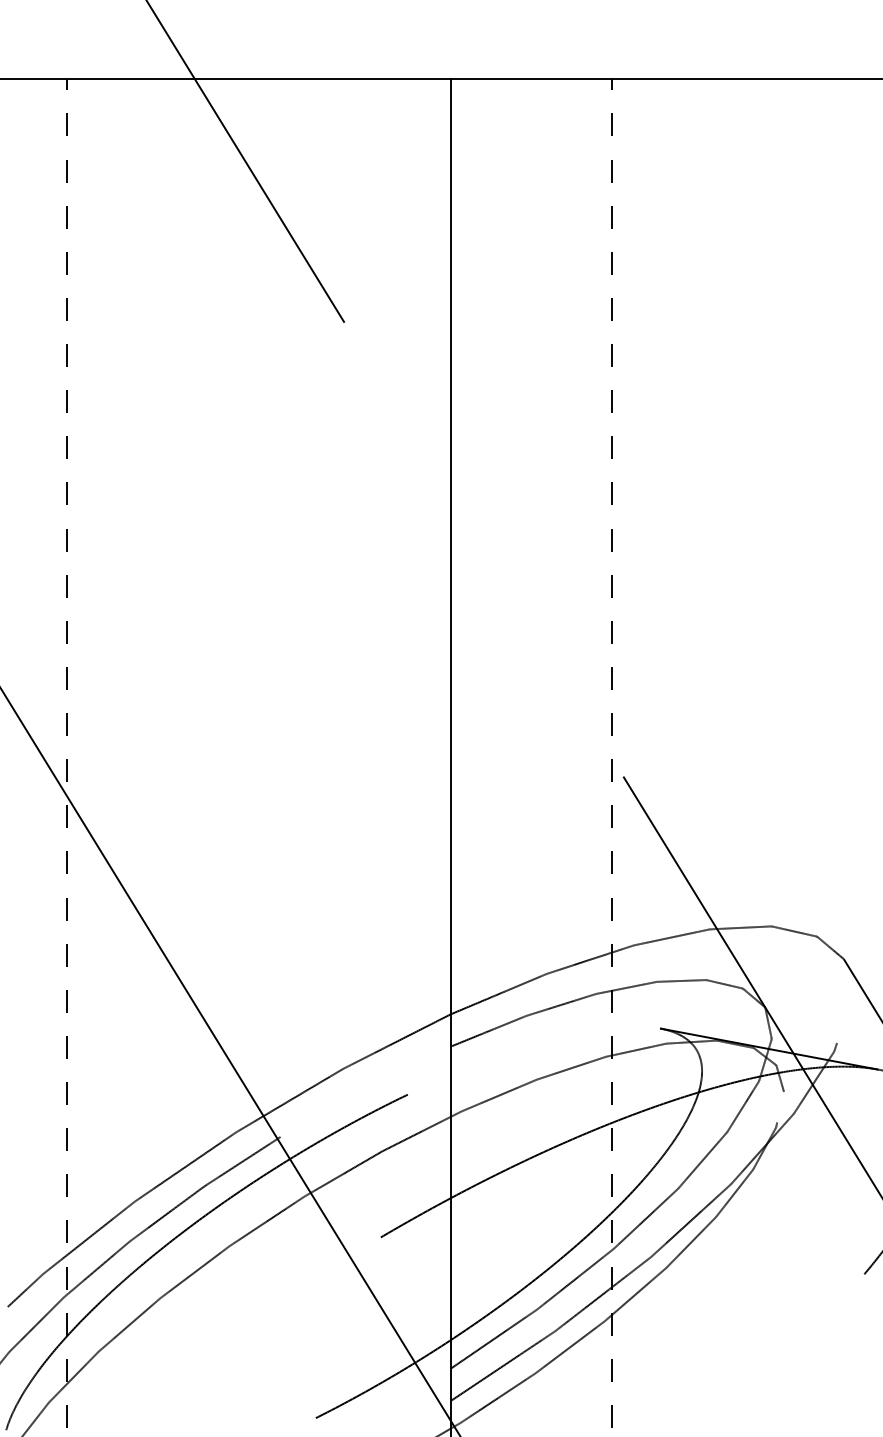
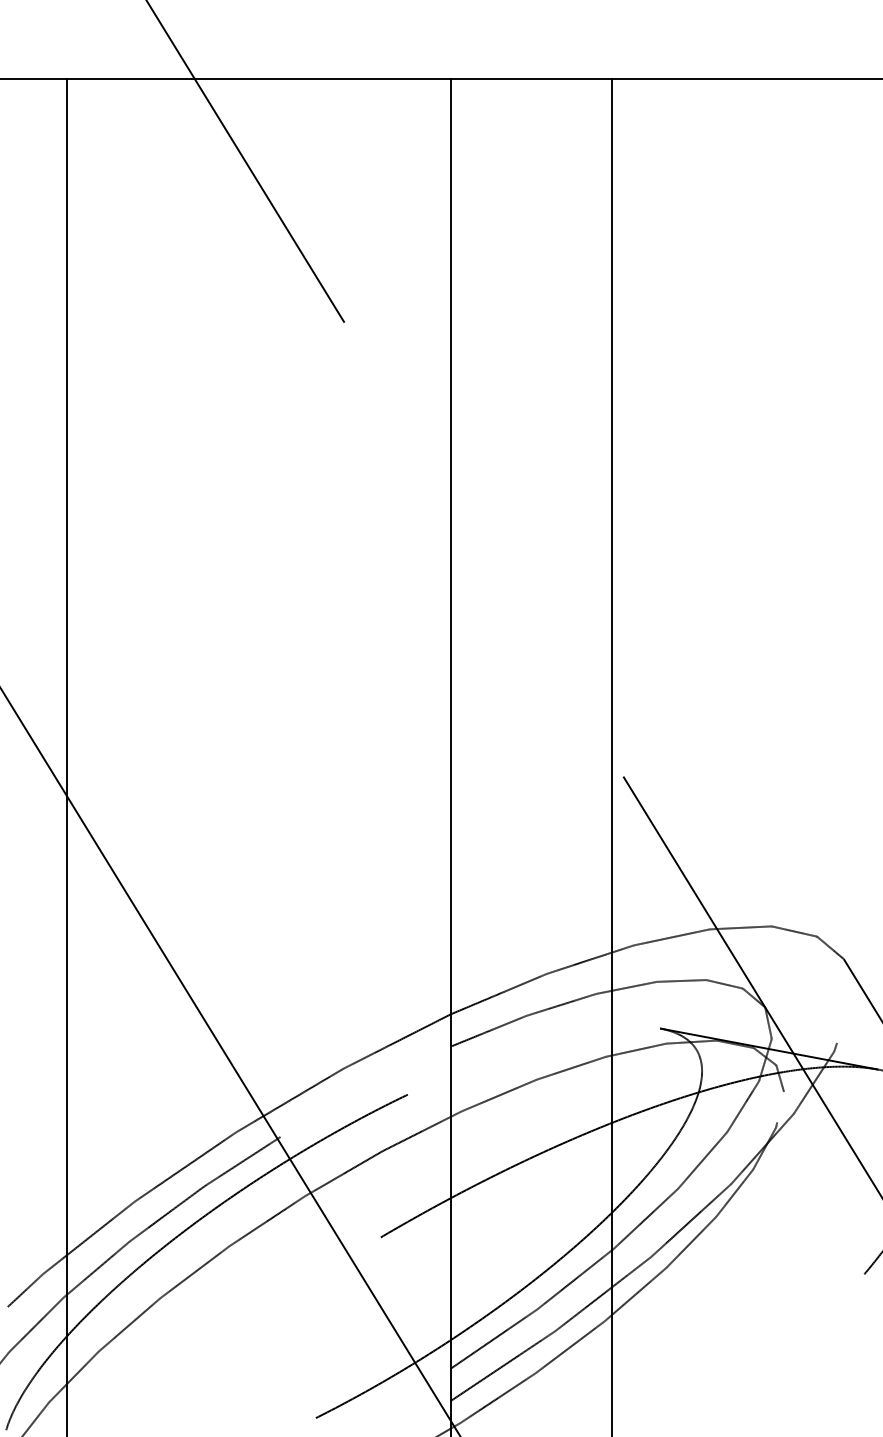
line at (67, 757): dashed -> solid
line at (612, 757): dashed -> solid
